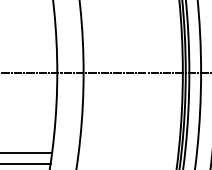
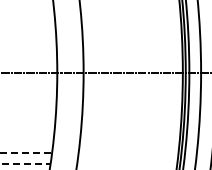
line at (26, 152): solid -> dashed
line at (25, 164): solid -> dashed
